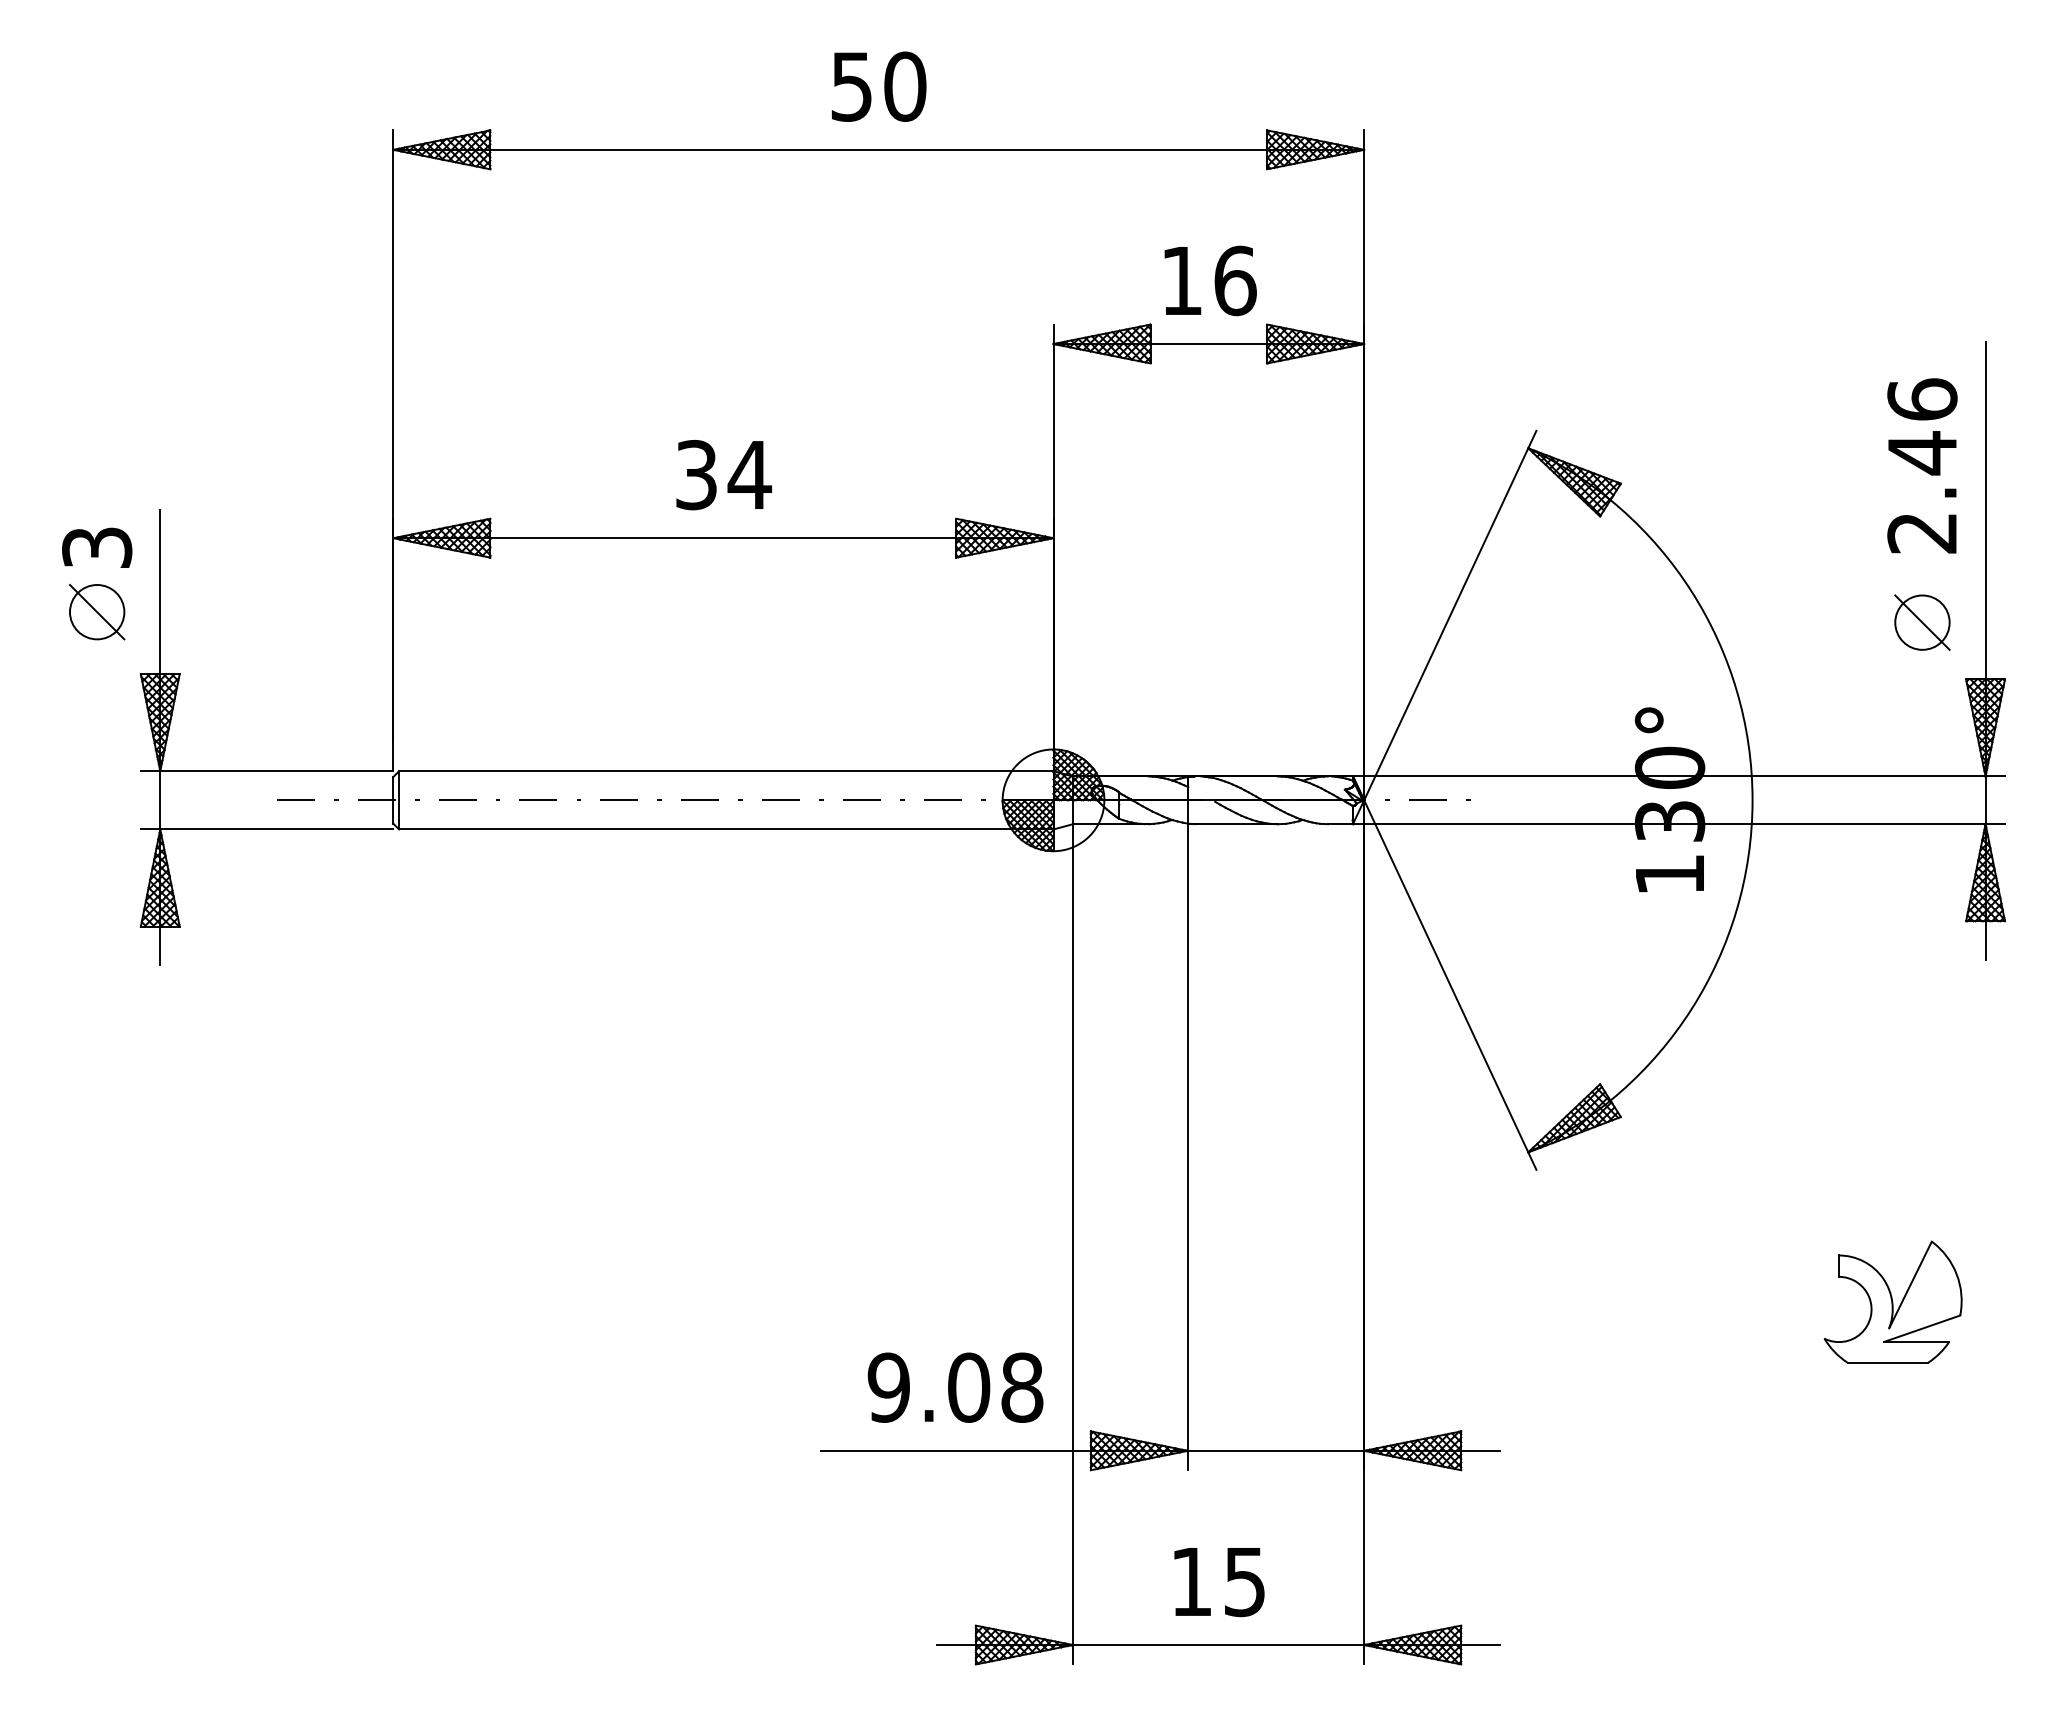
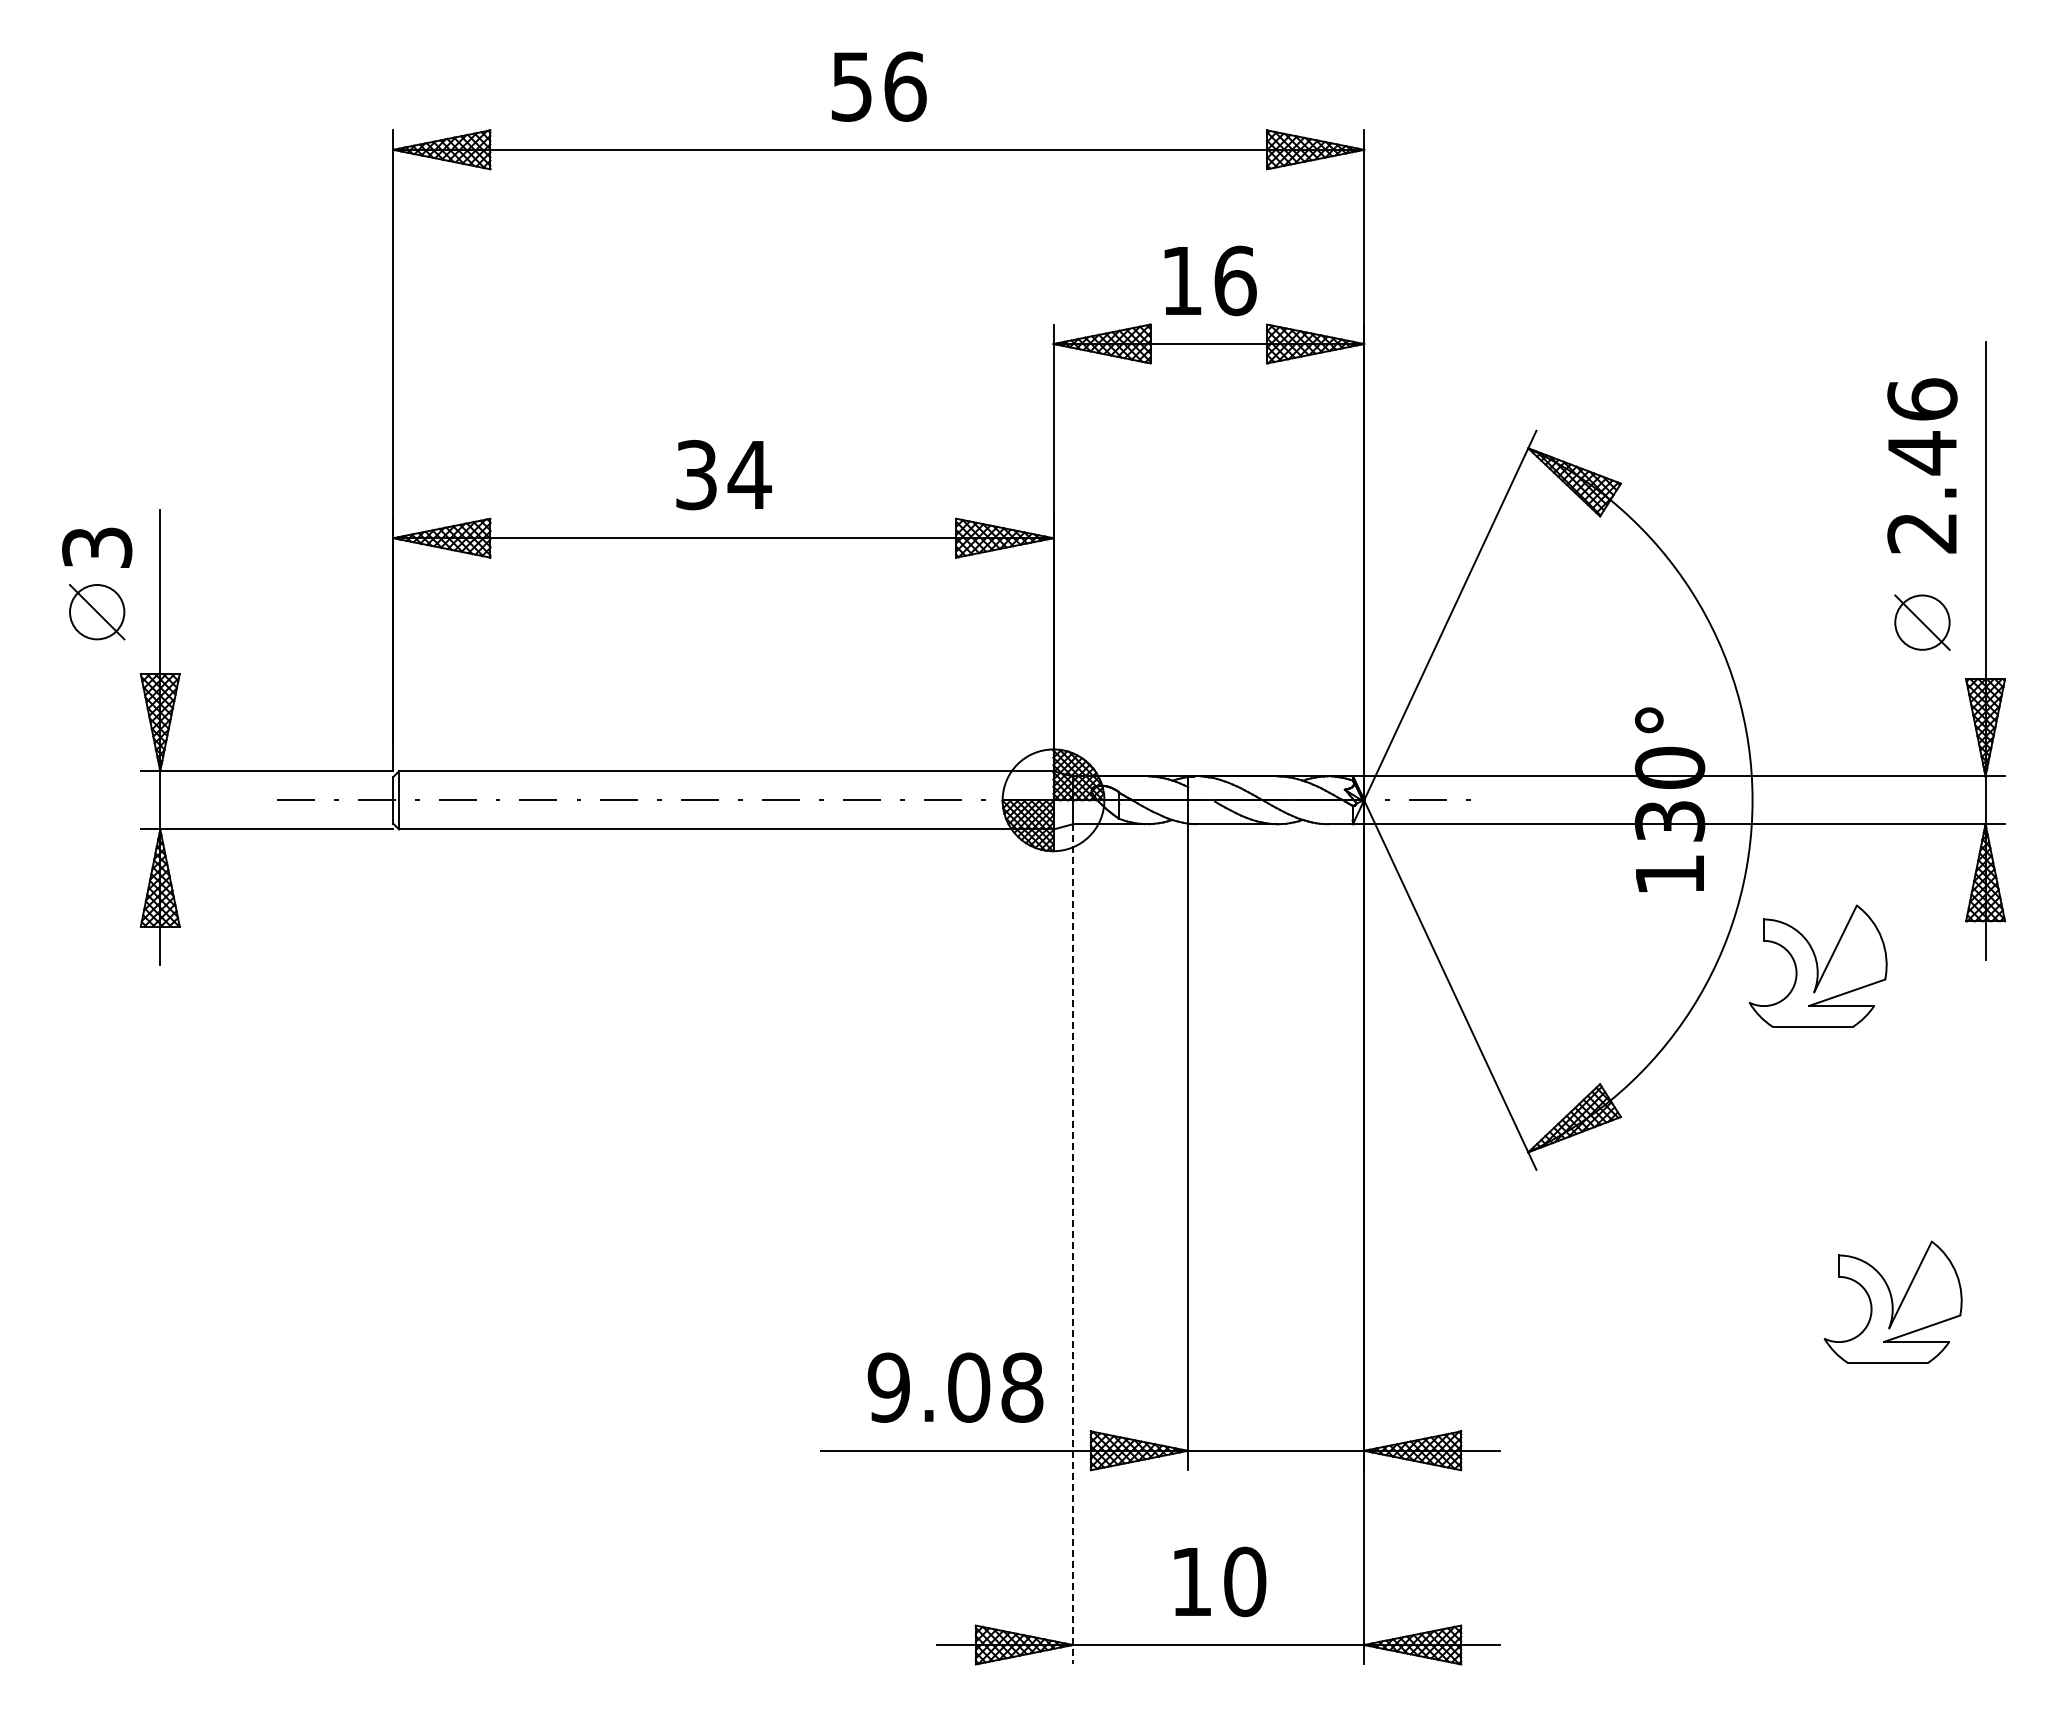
text at (905, 86): 50 -> 56
part at (1817, 965): none -> present
line at (1072, 1244): solid -> dashed
text at (1245, 1581): 15 -> 10
